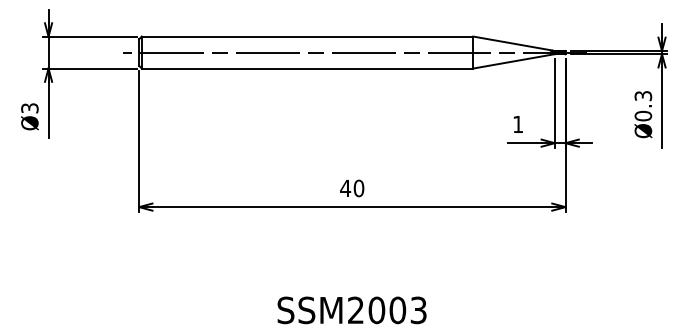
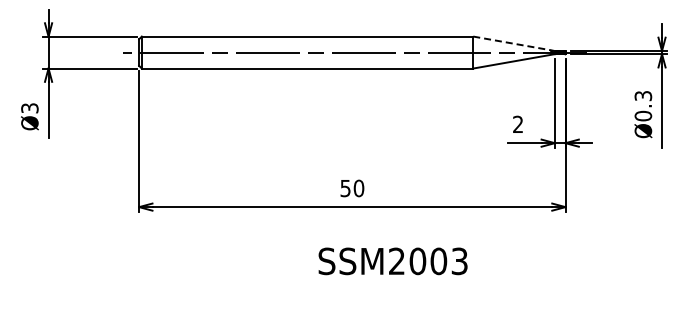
line at (512, 43): solid -> dashed
text at (517, 123): 1 -> 2
text at (345, 188): 40 -> 50
text at (351, 310) position: (351, 310) -> (392, 261)
